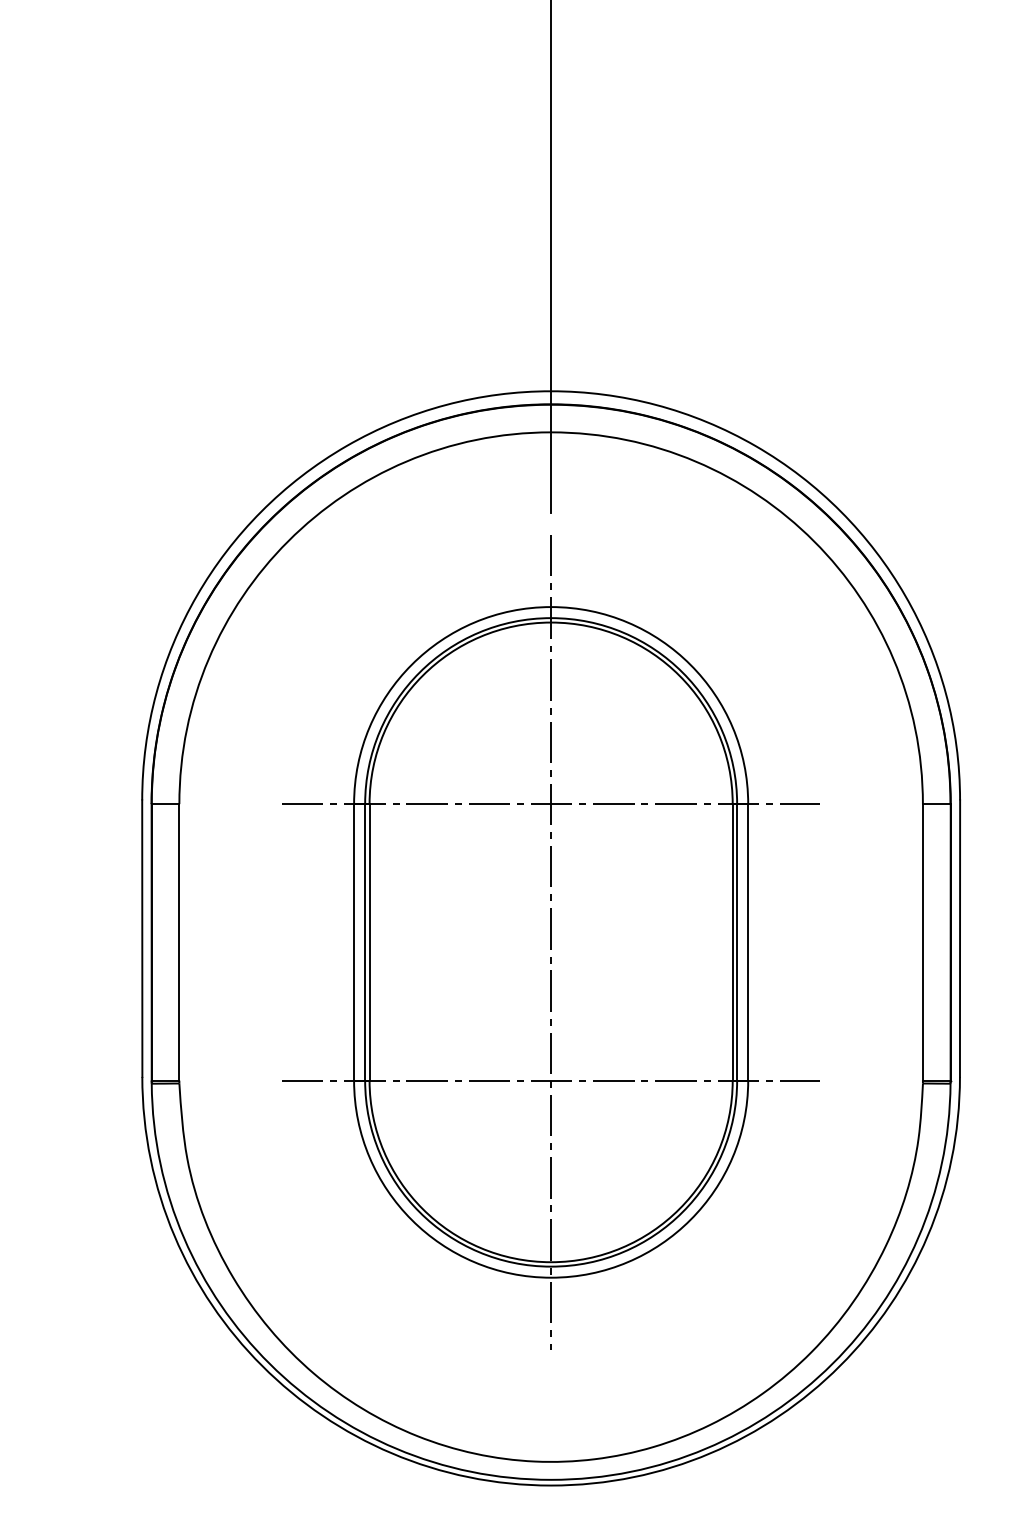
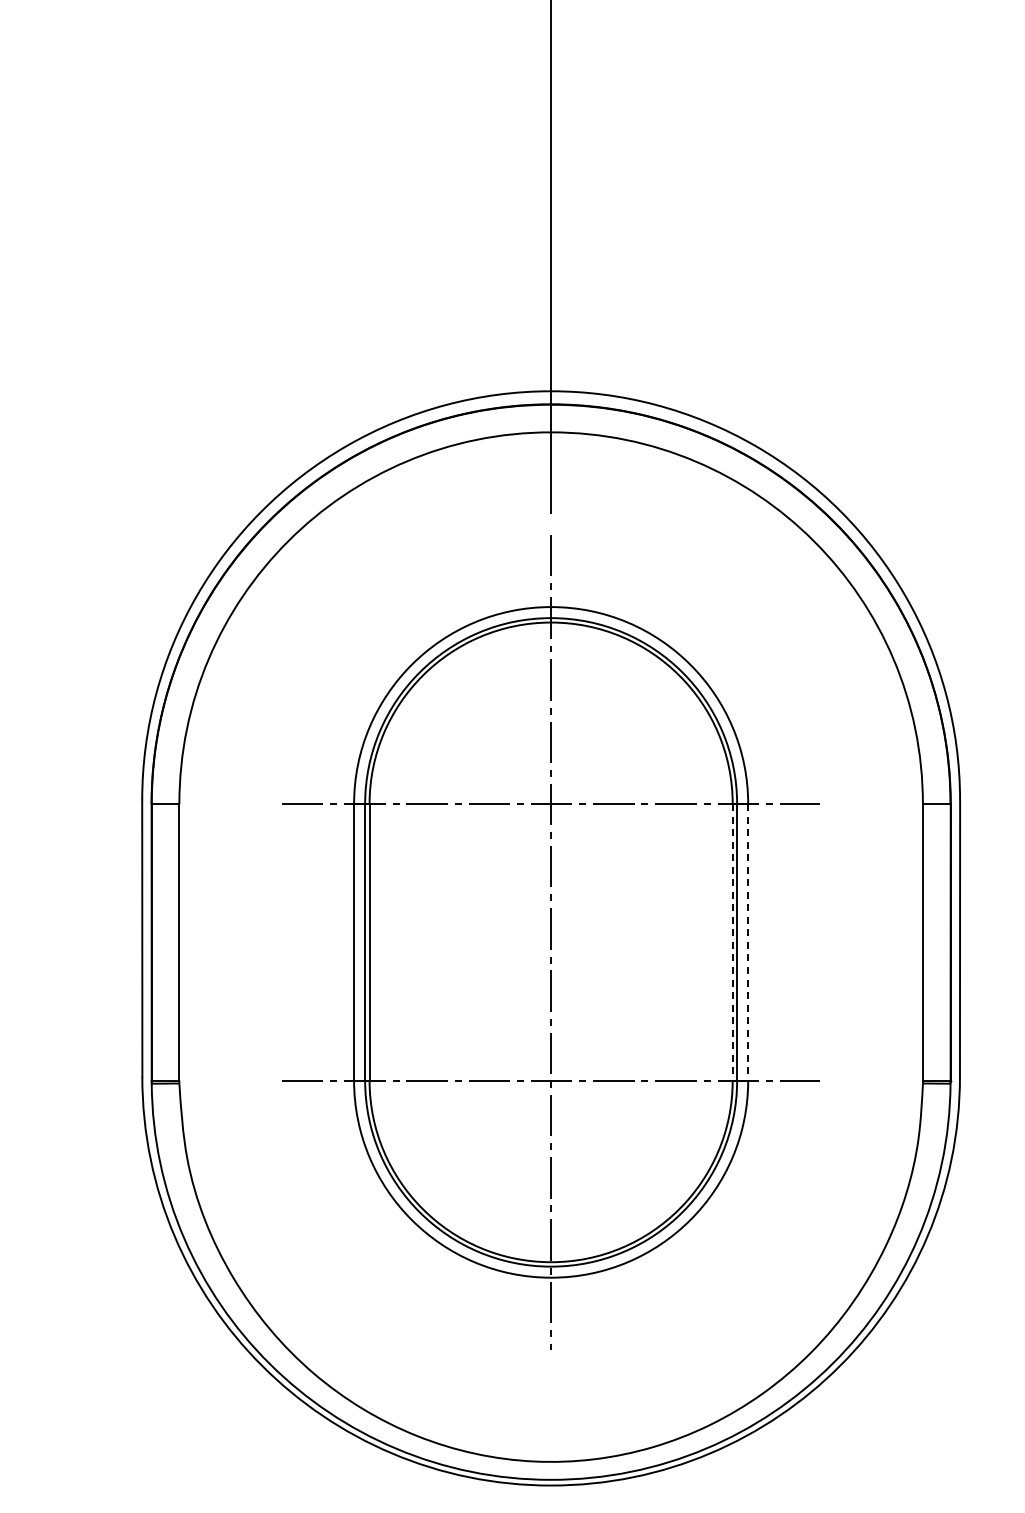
line at (732, 942): solid -> dashed
line at (748, 942): solid -> dashed
